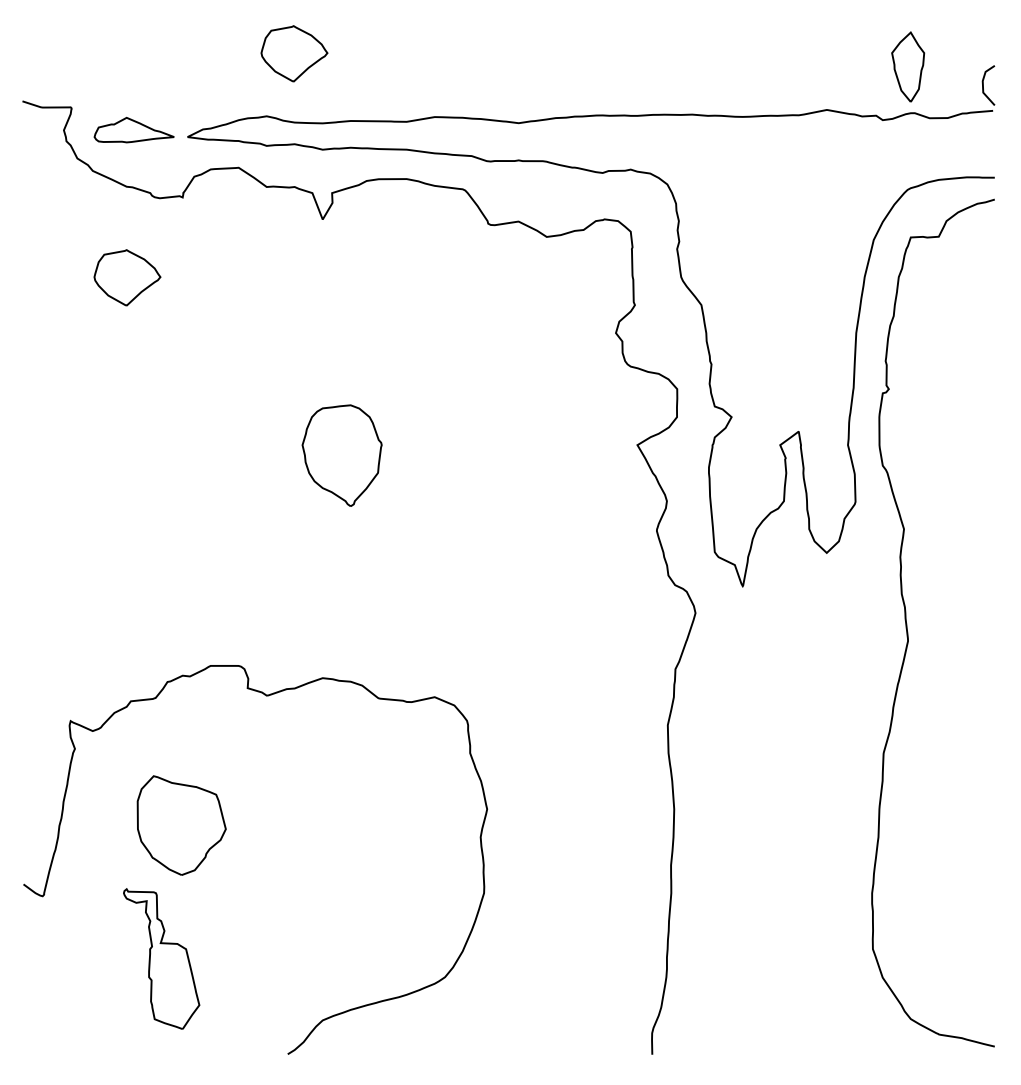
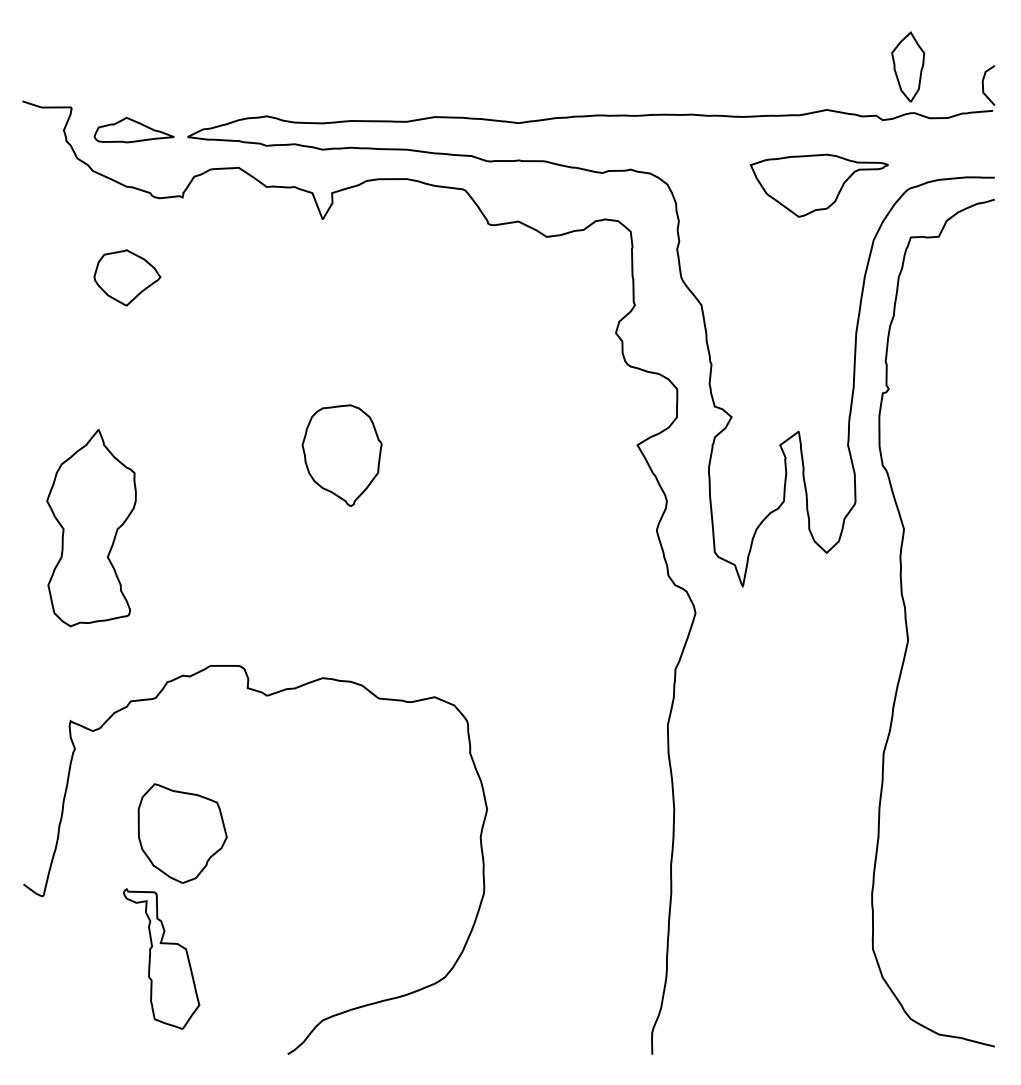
part at (294, 53): present -> none
part at (818, 185): none -> present
part at (91, 528): none -> present
part at (181, 825) position: (181, 825) -> (182, 833)
